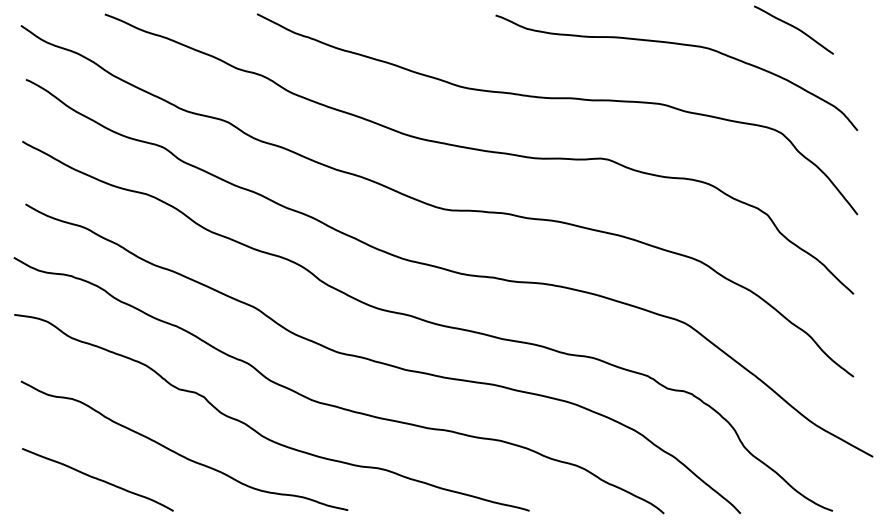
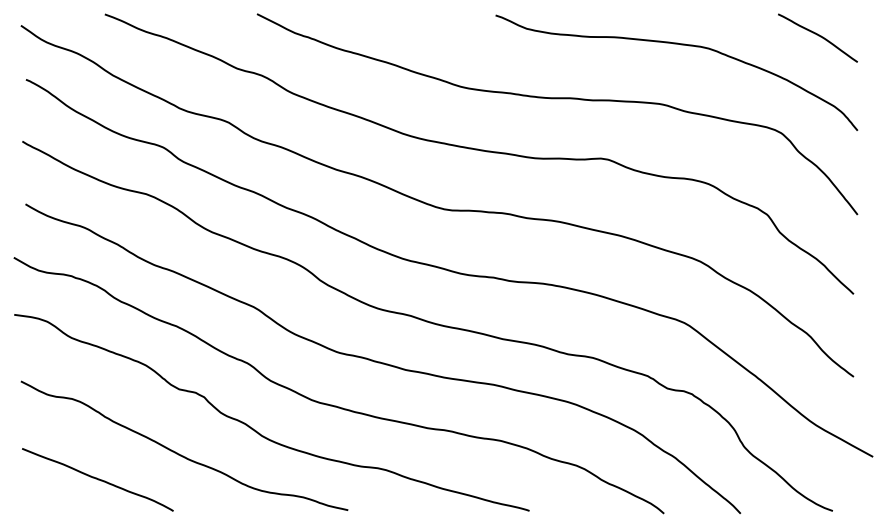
curve at (794, 28) position: (794, 28) -> (818, 36)
